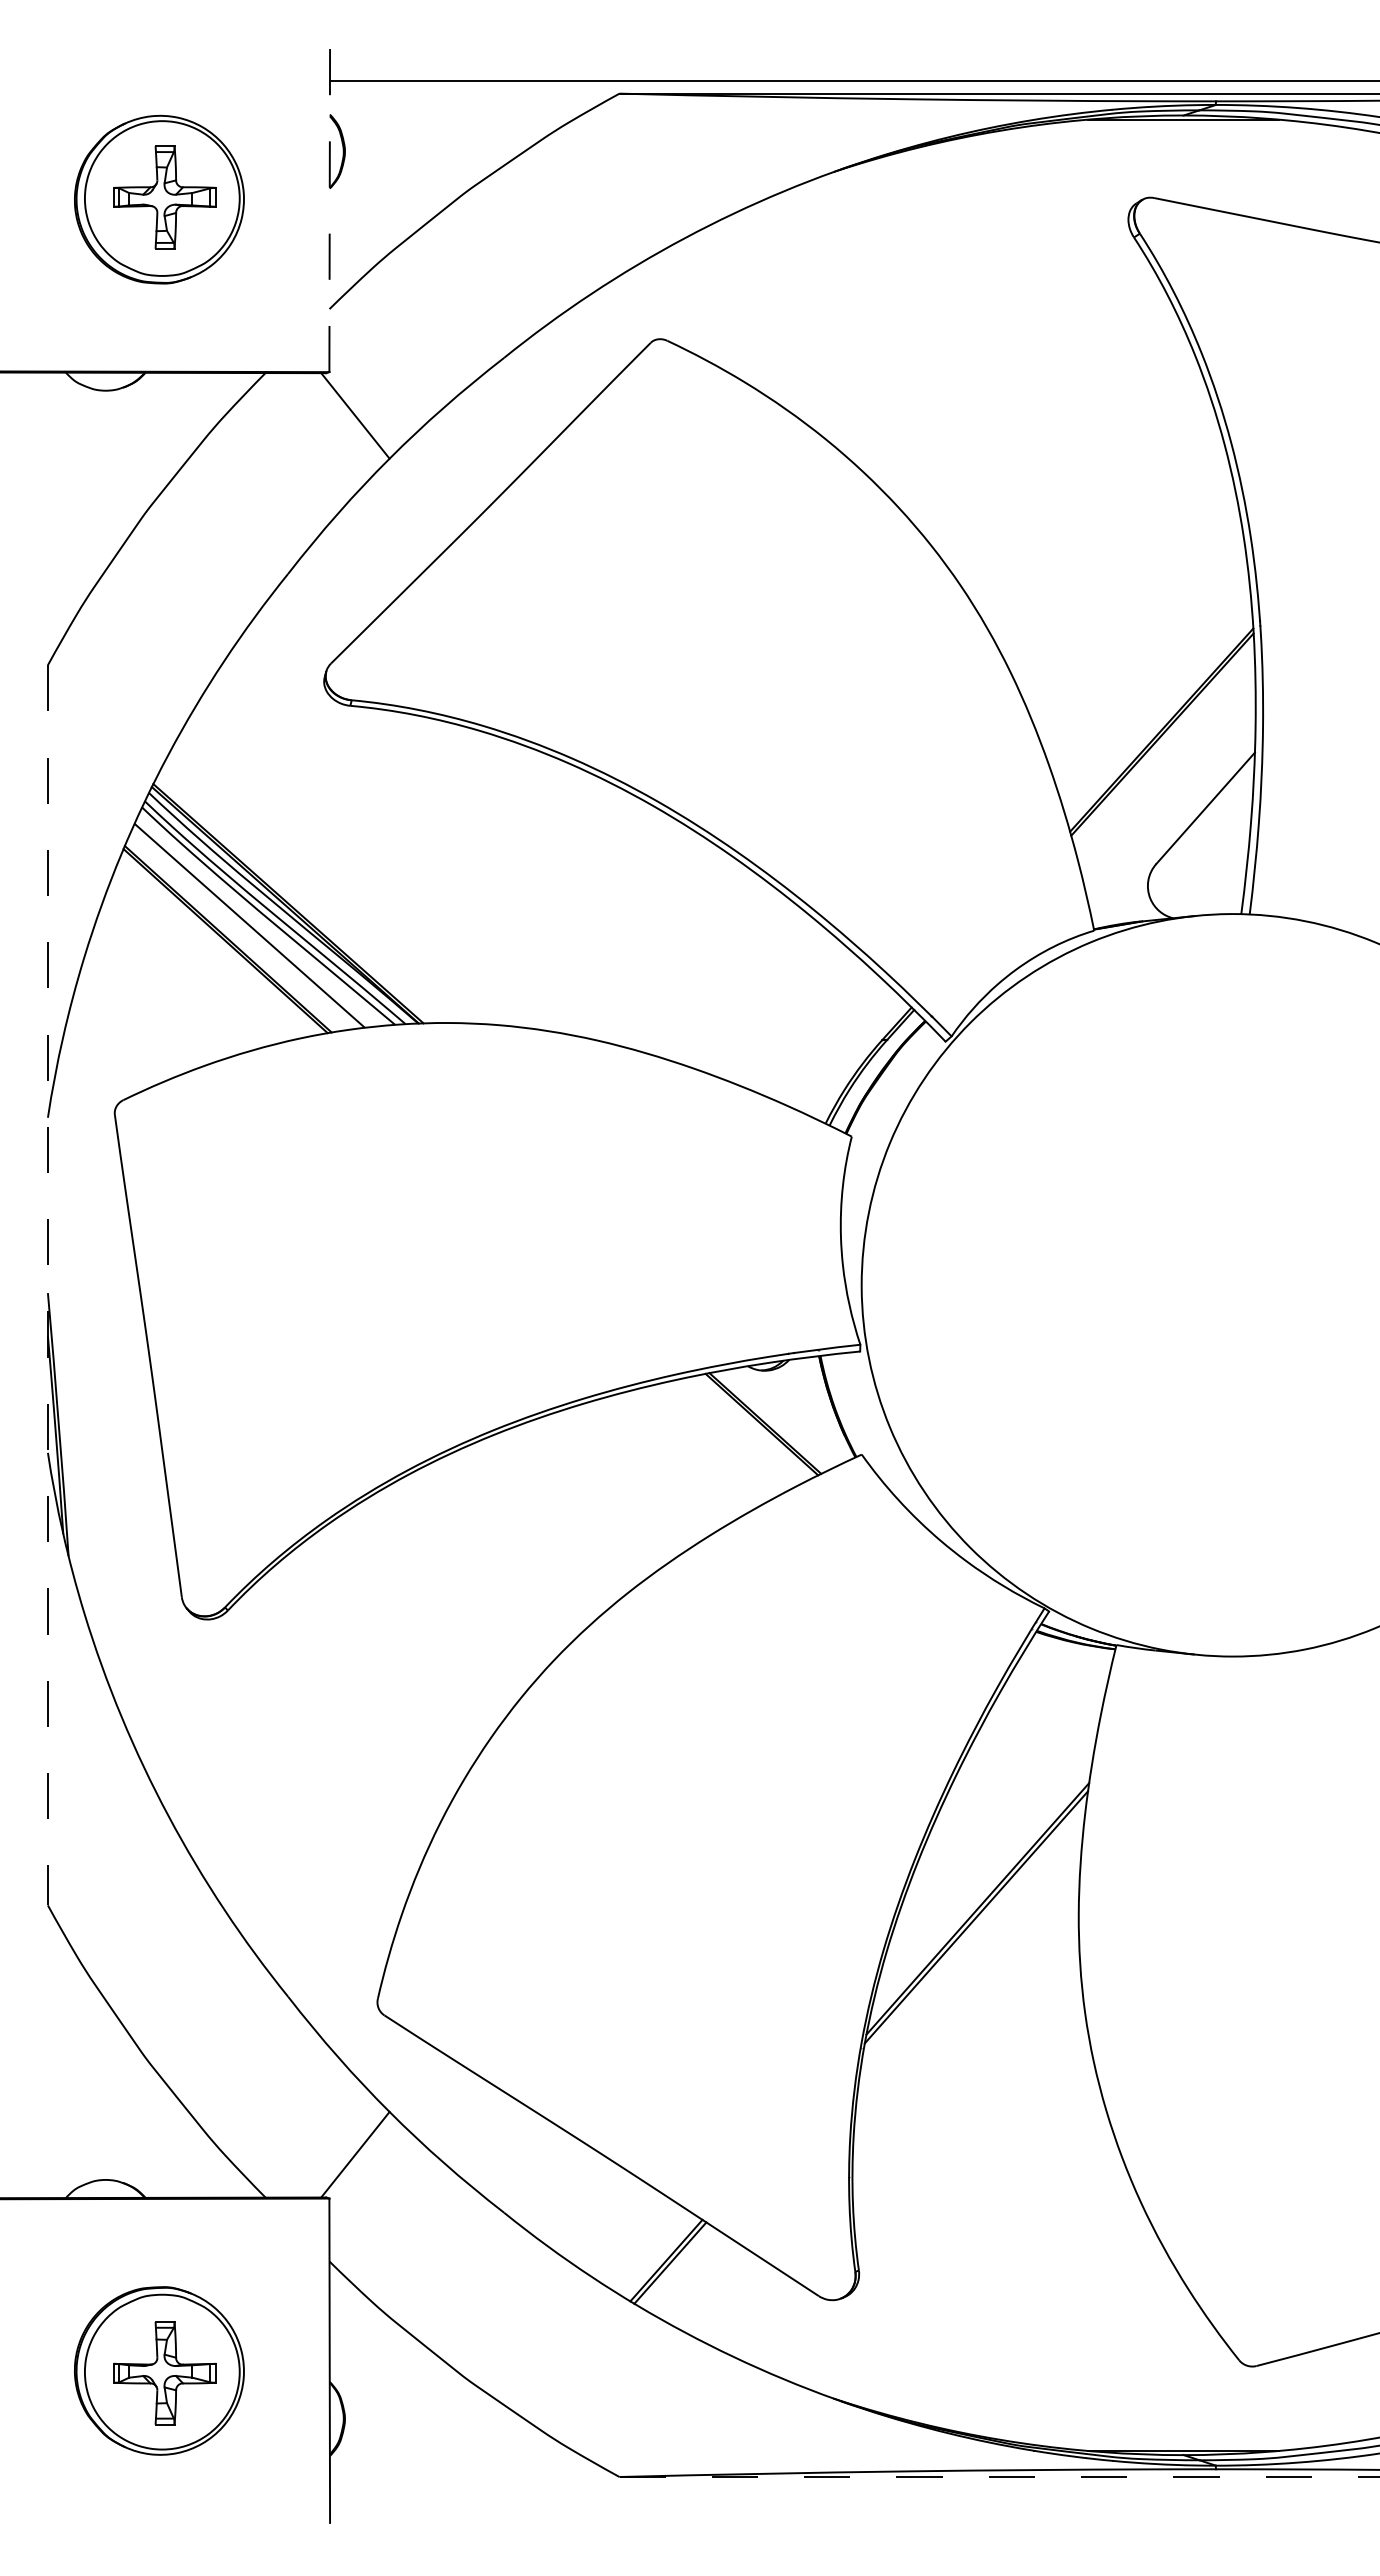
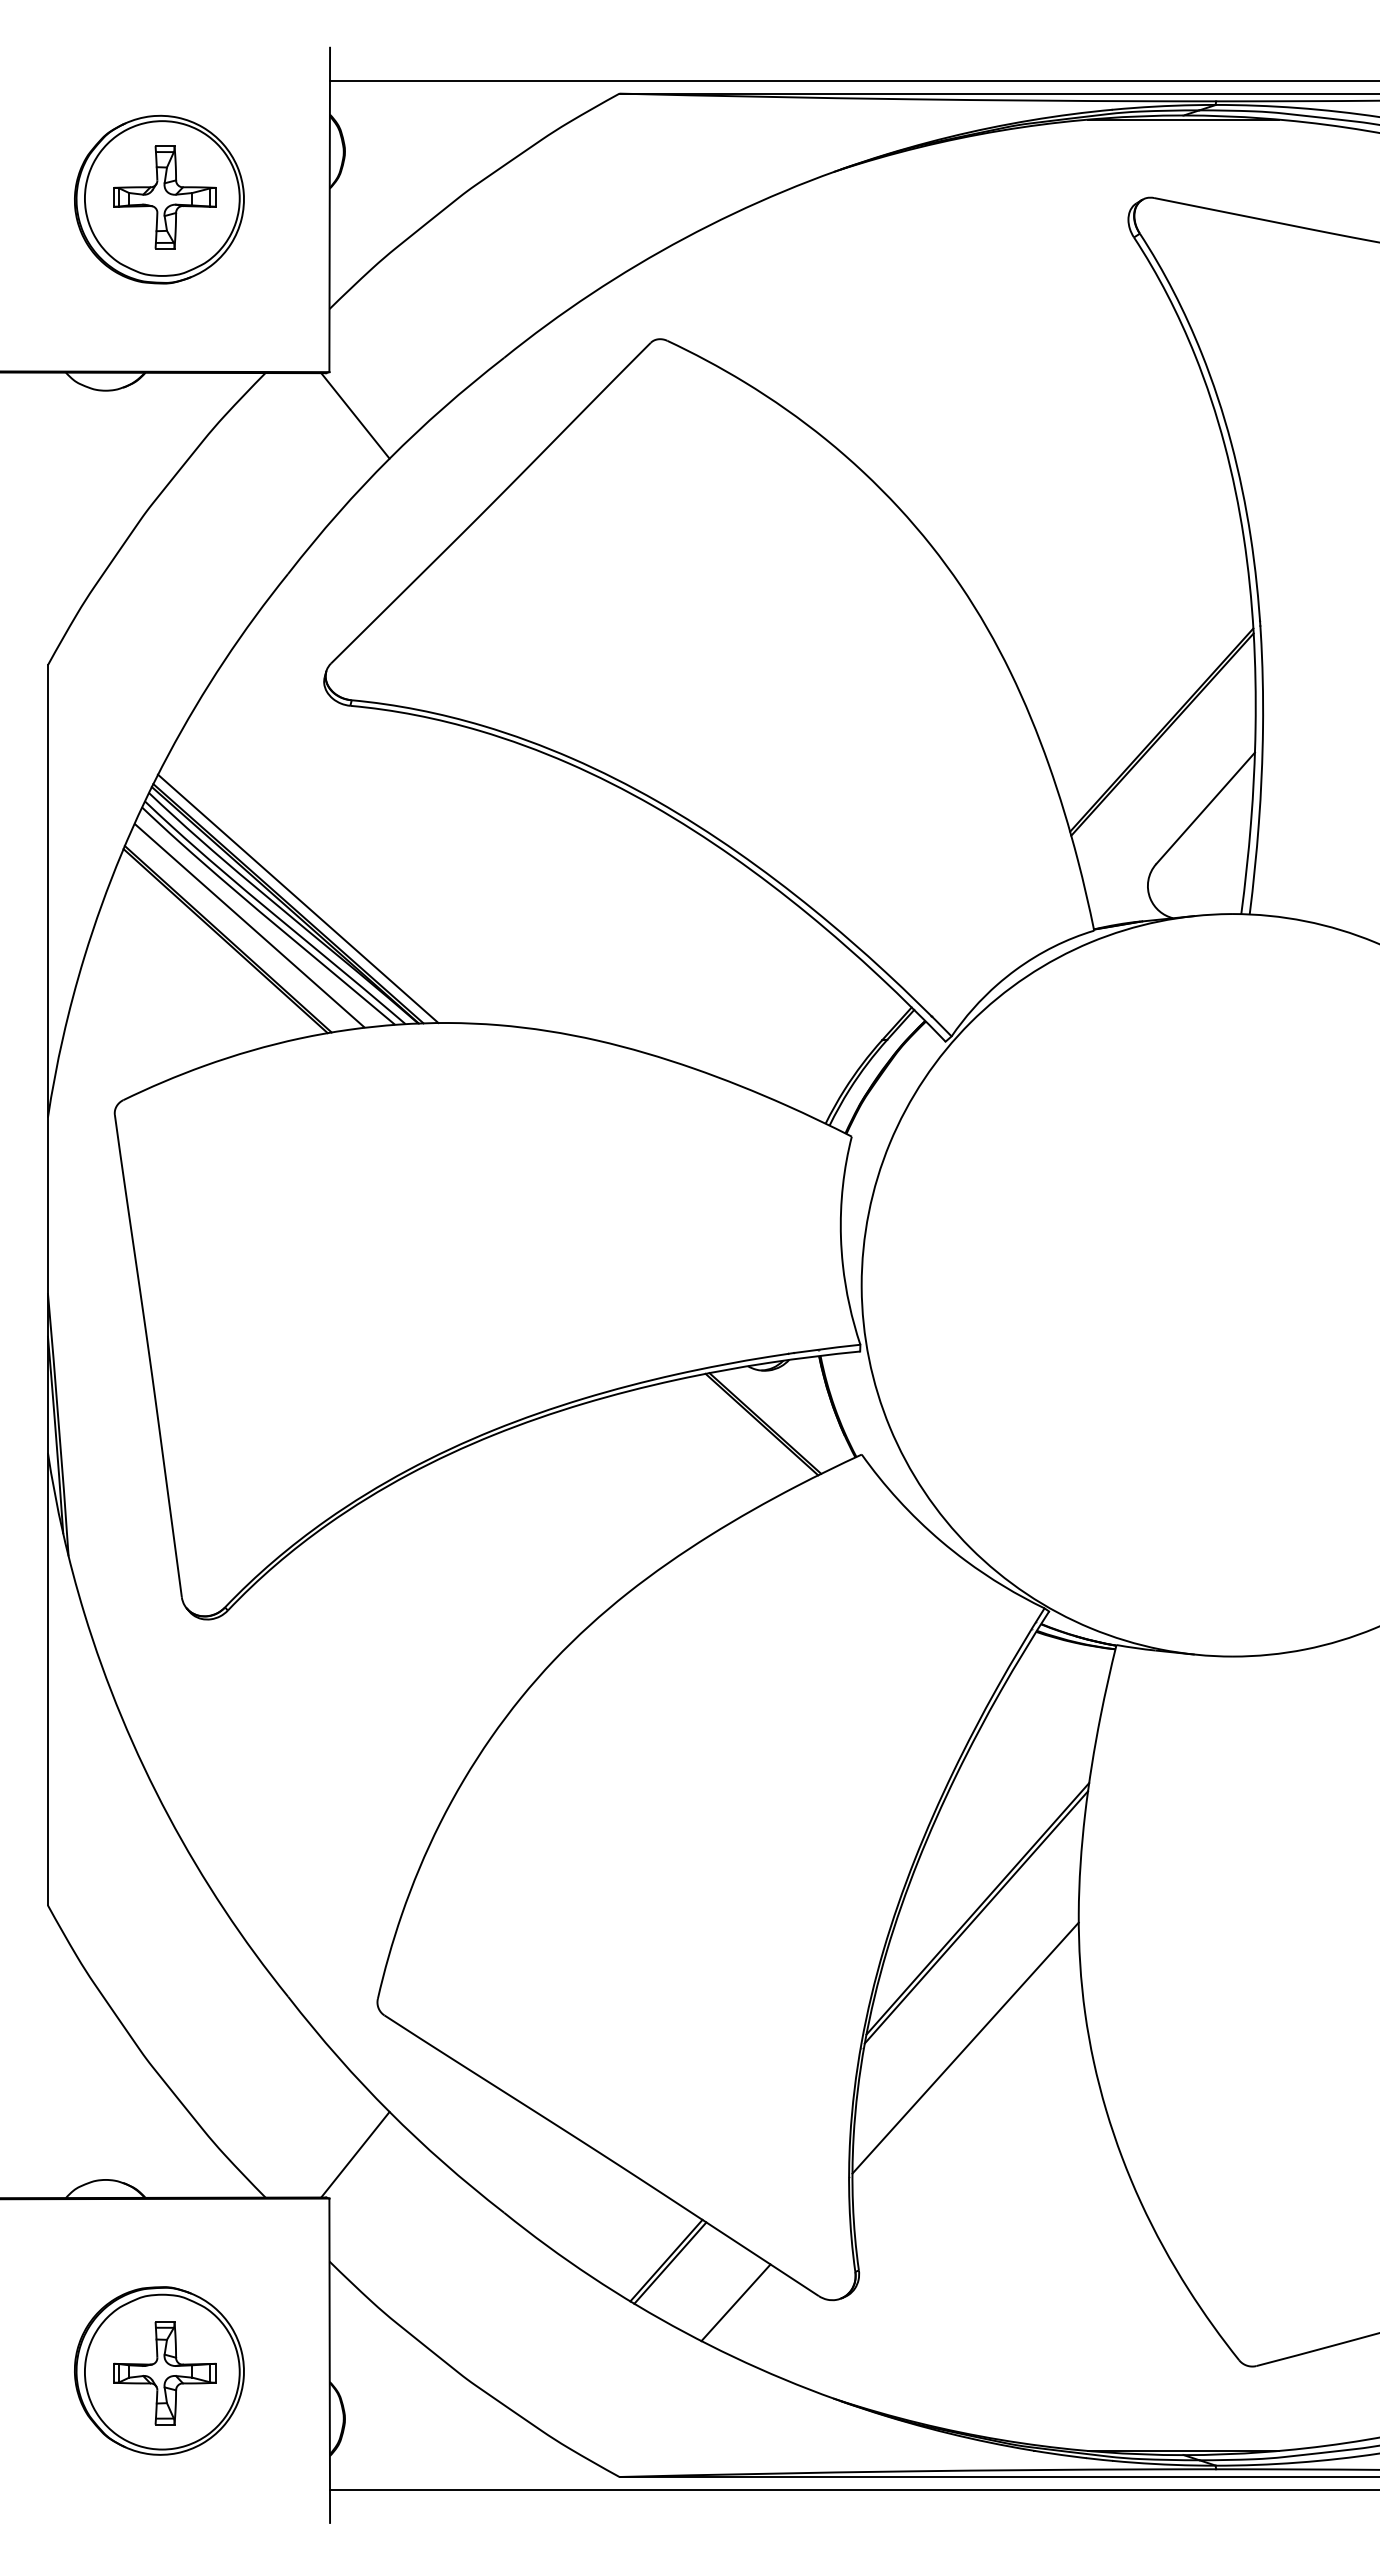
line at (329, 209): dashed -> solid
line at (298, 898): none -> present
line at (47, 1285): dashed -> solid
line at (965, 2047): none -> present
line at (735, 2302): none -> present
line at (999, 2477): dashed -> solid
line at (852, 2489): none -> present
